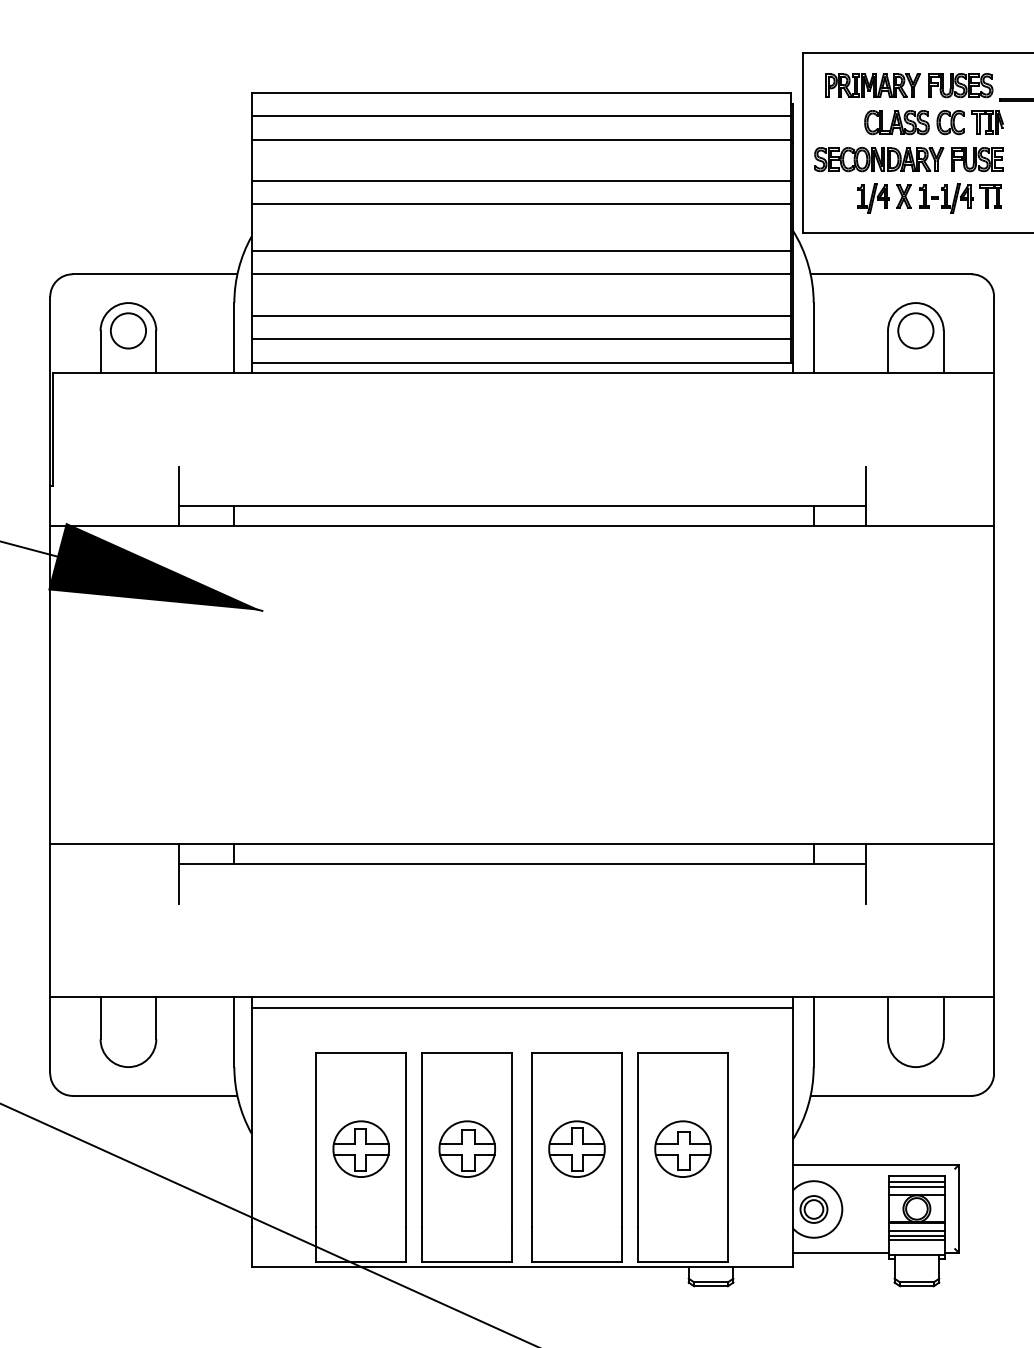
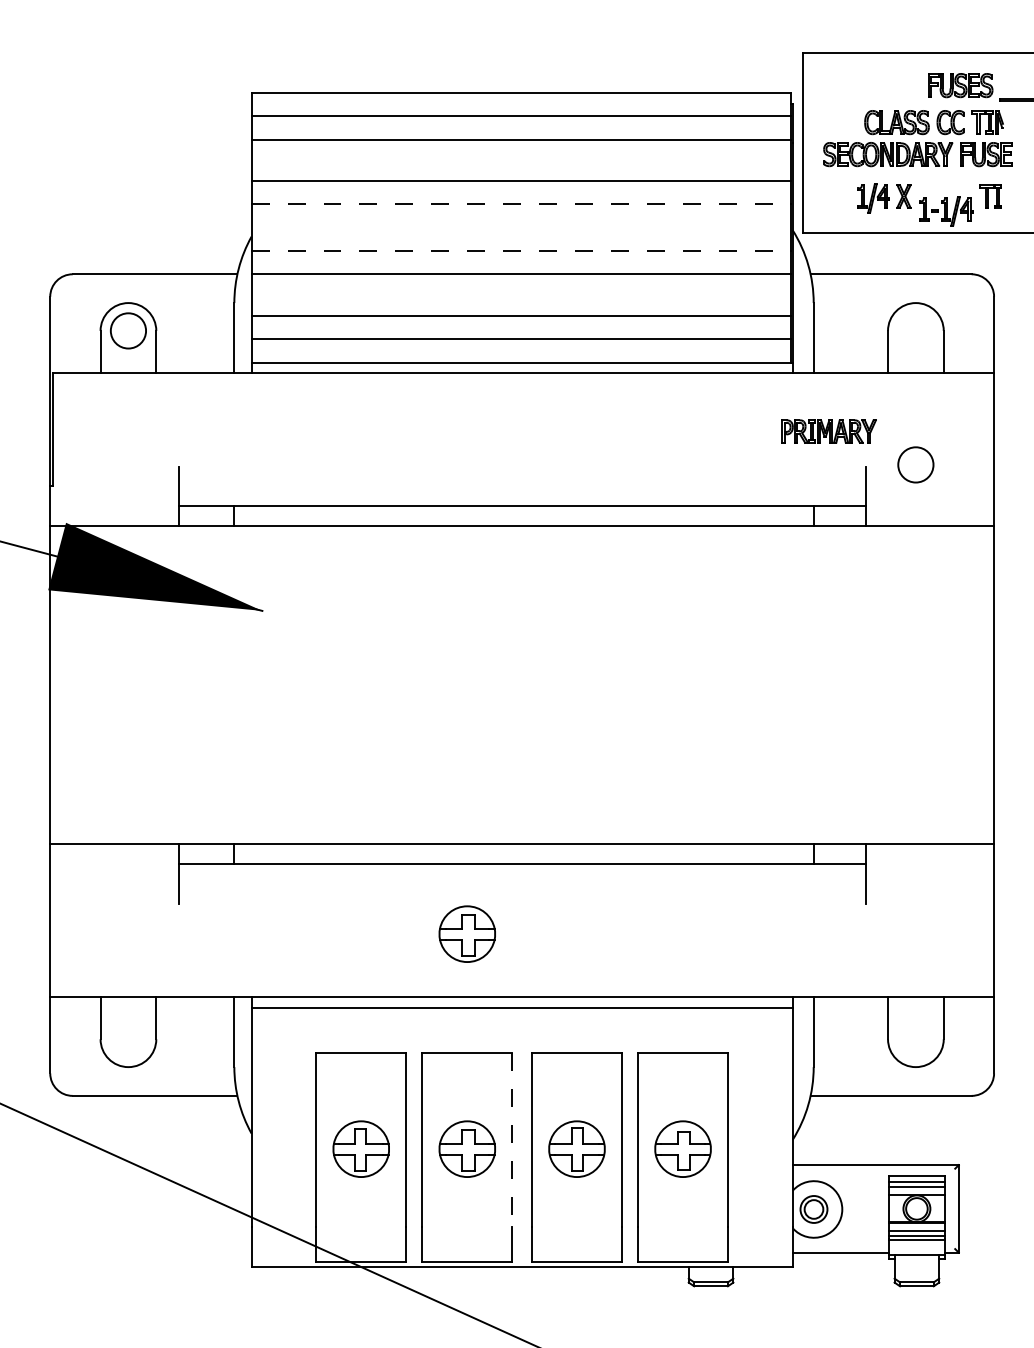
part at (872, 85) position: (872, 85) -> (828, 431)
part at (908, 159) position: (908, 159) -> (917, 154)
part at (946, 198) position: (946, 198) -> (946, 211)
line at (521, 204): solid -> dashed
line at (521, 251): solid -> dashed
circle at (915, 330) position: (915, 330) -> (915, 464)
part at (466, 933): none -> present
line at (512, 1140): solid -> dashed
